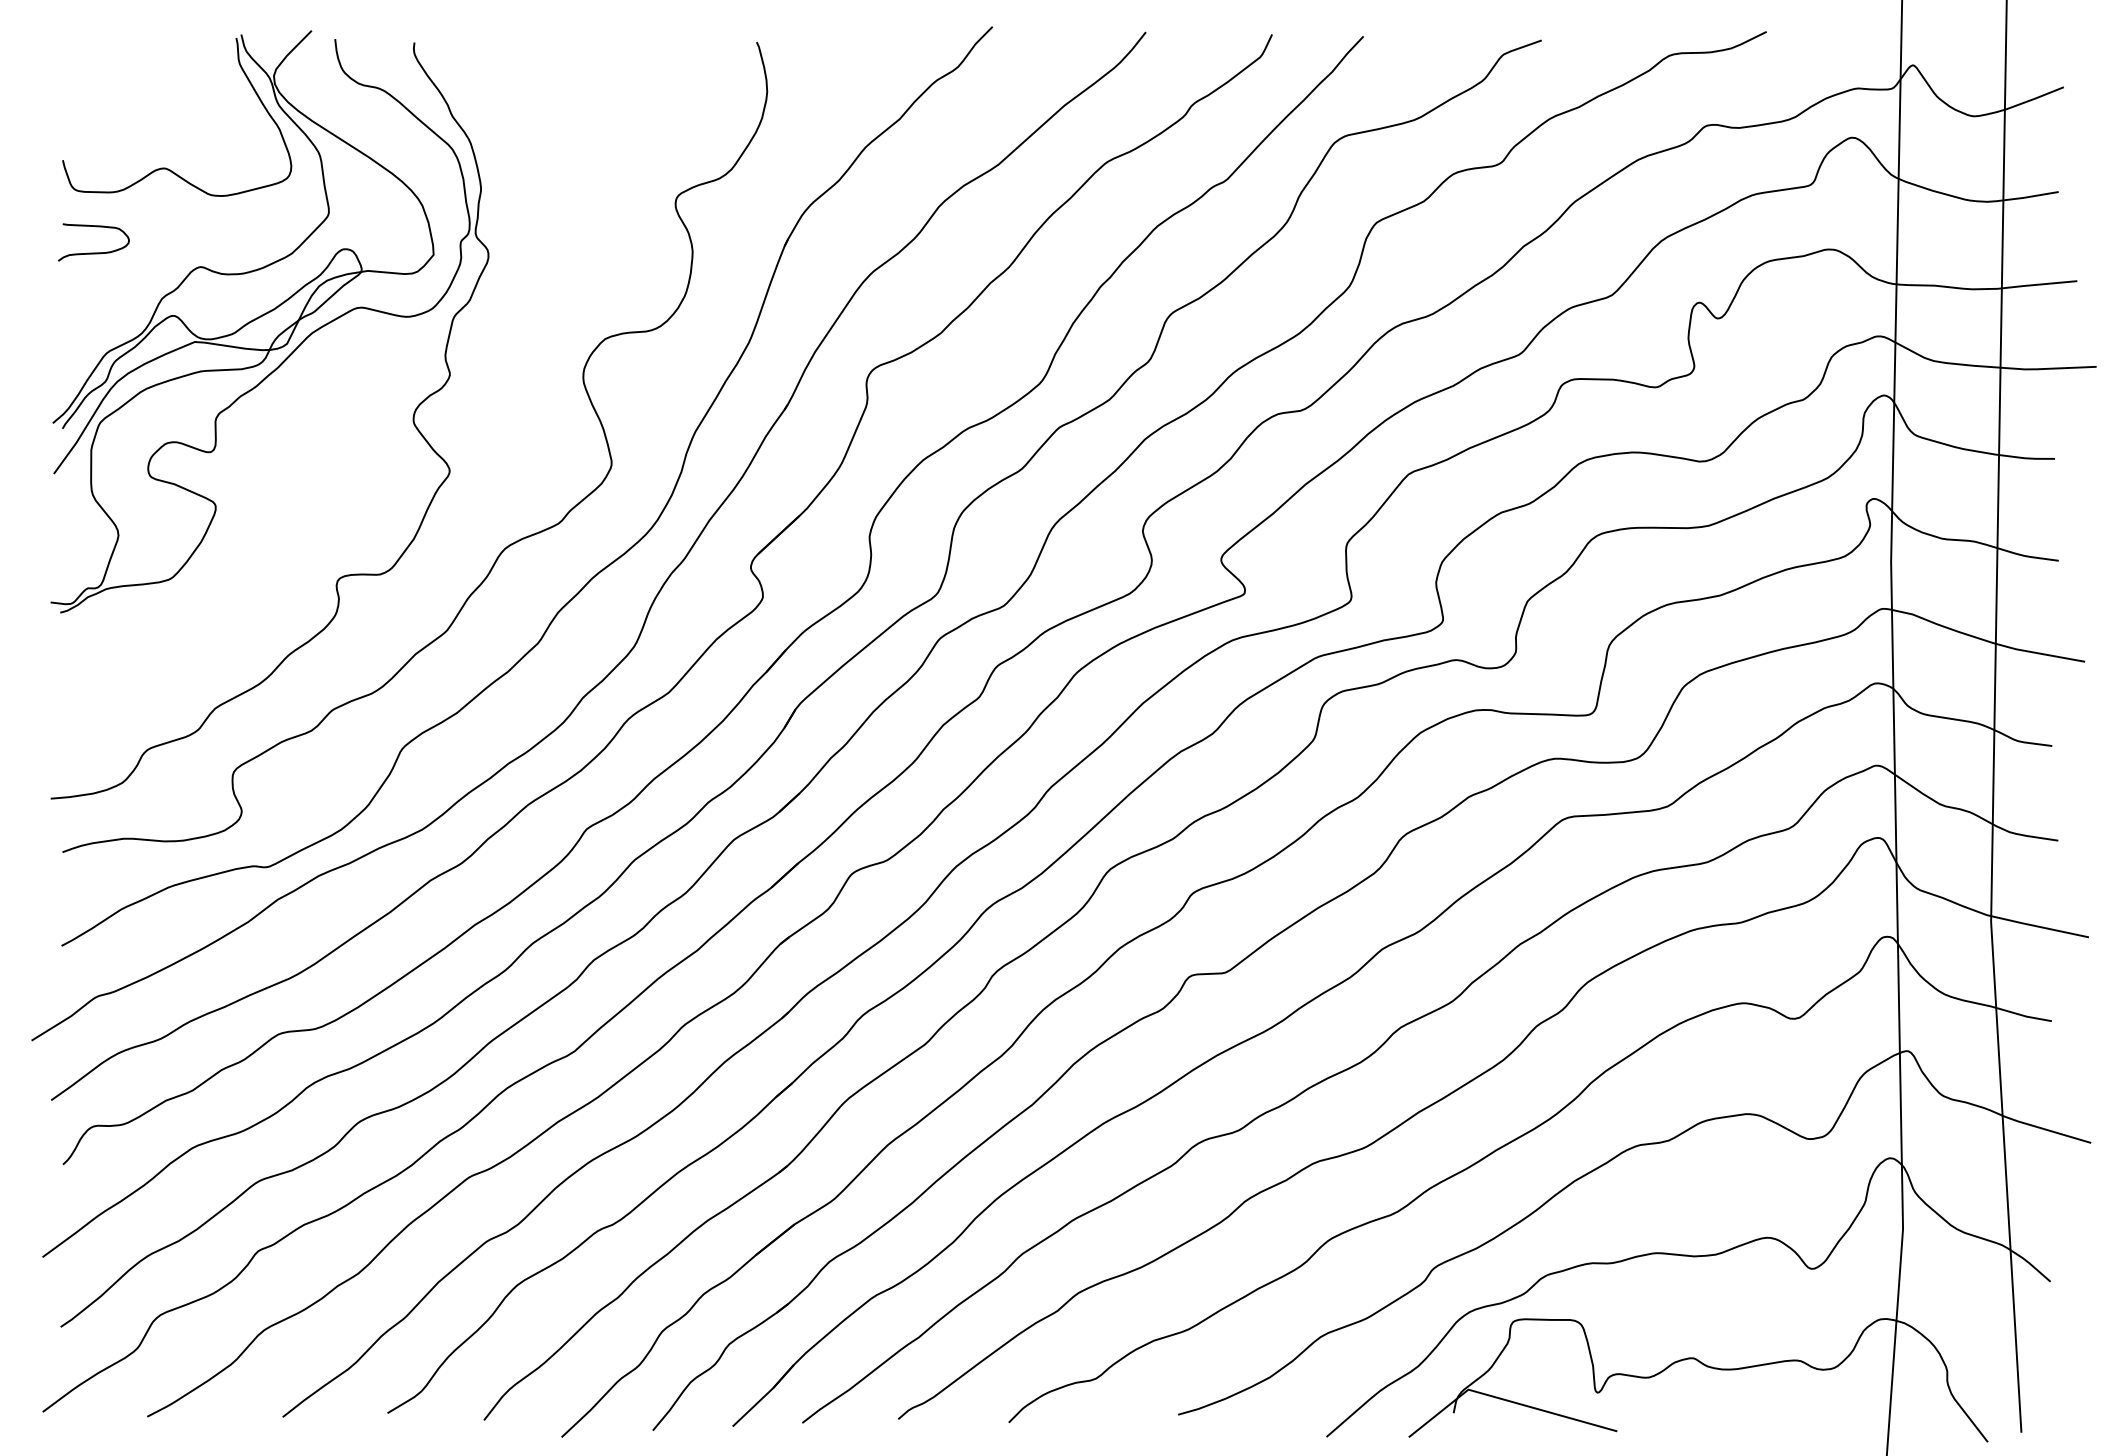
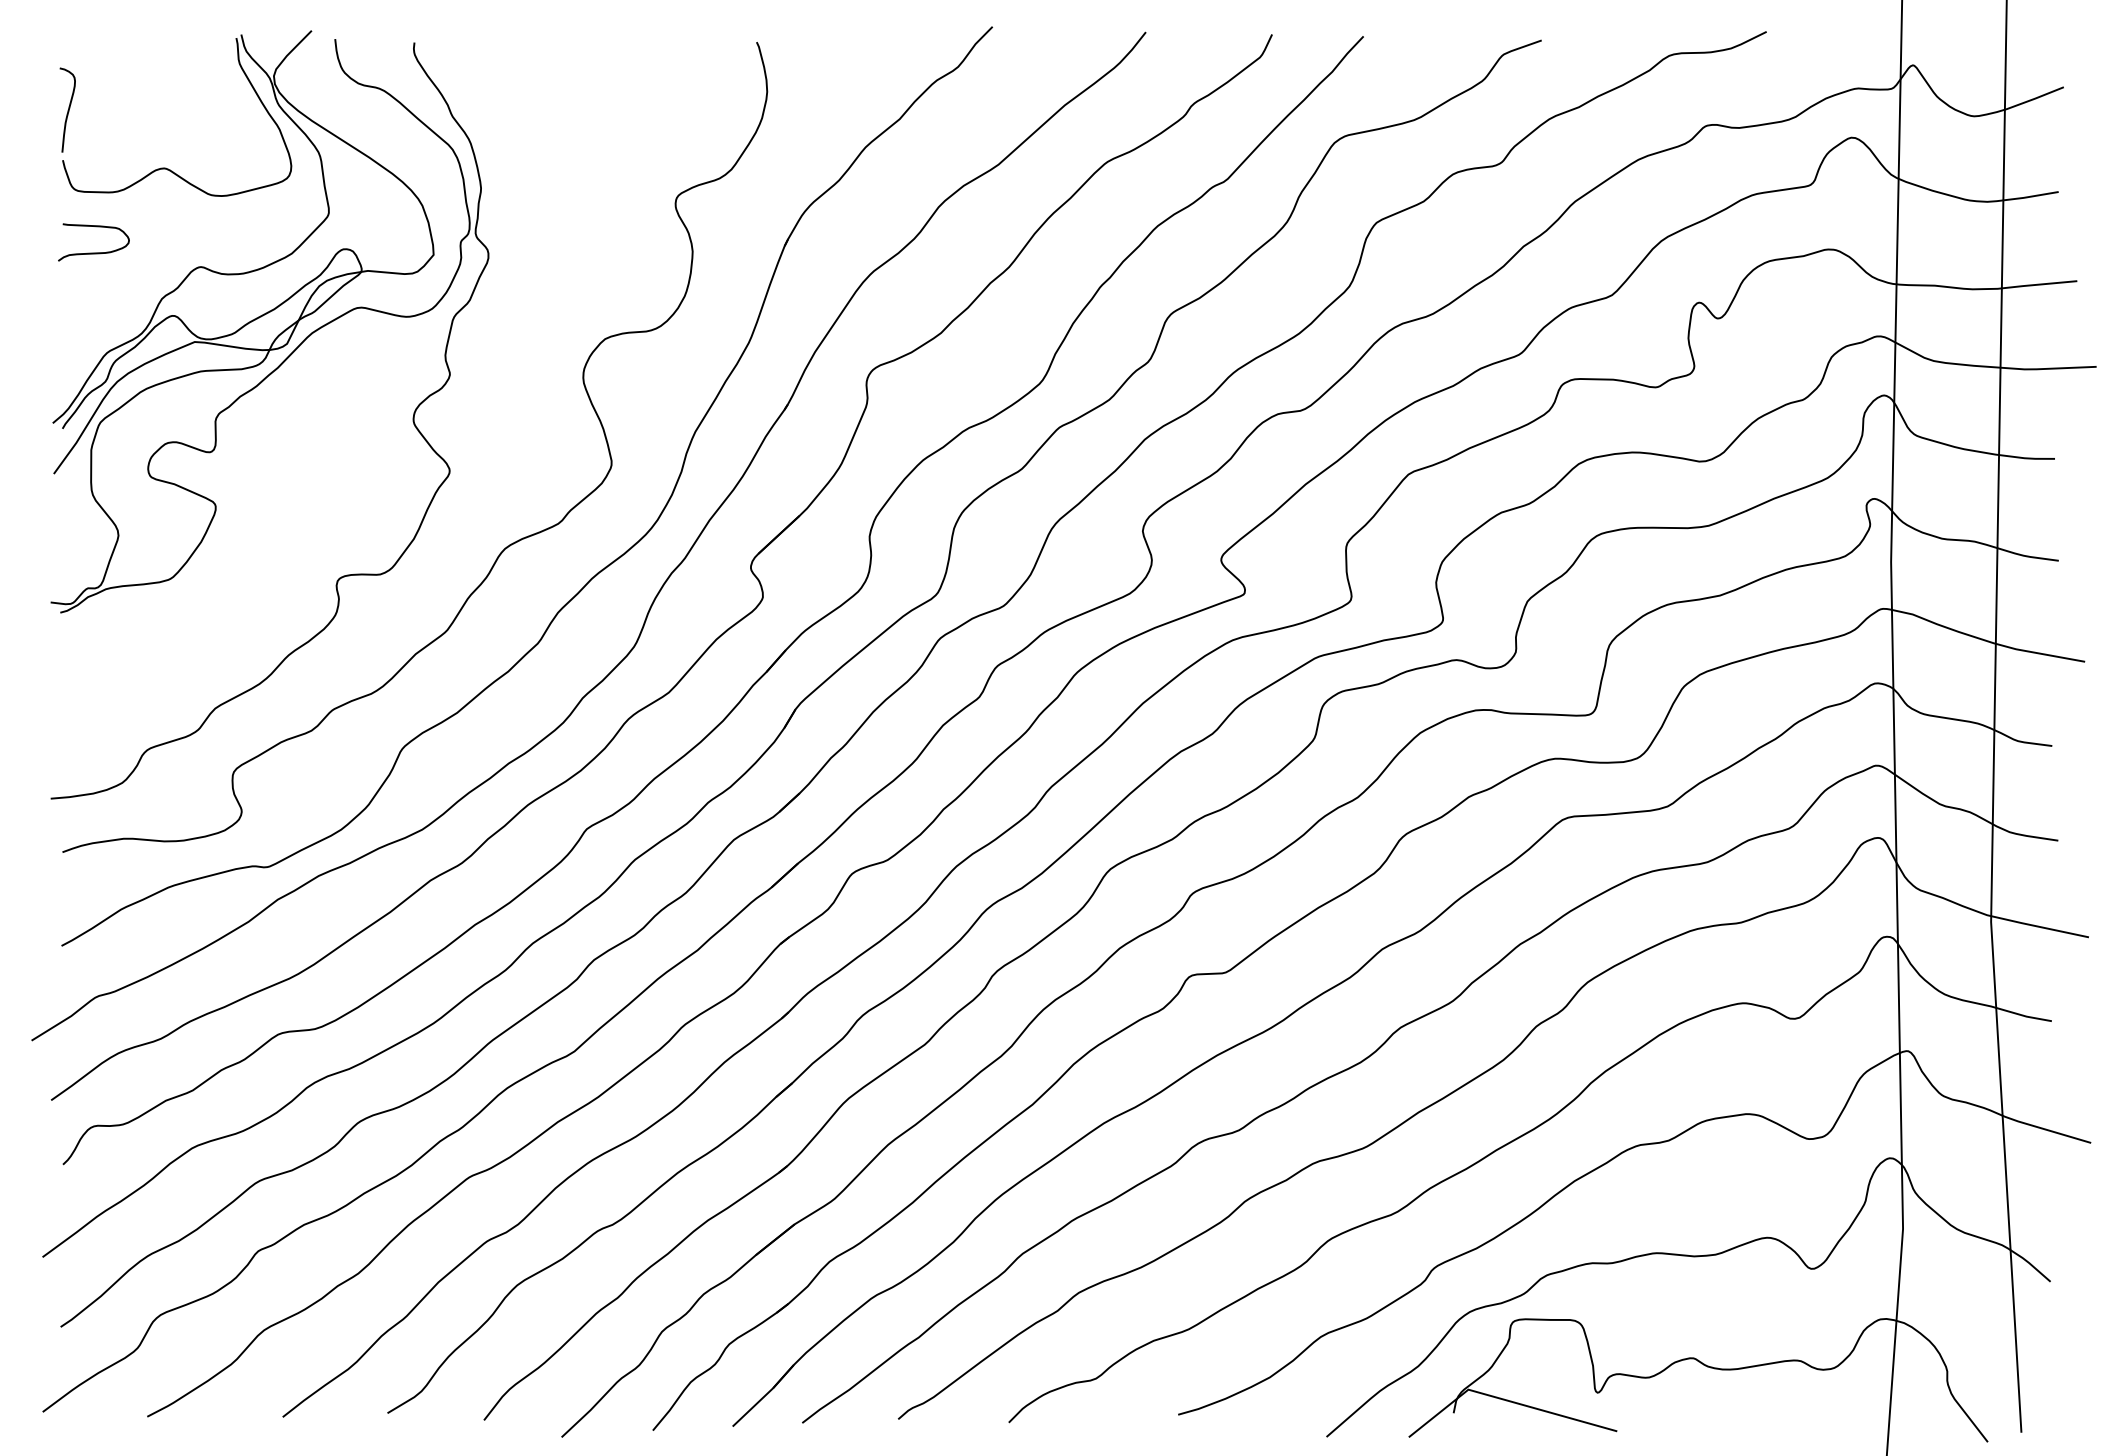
curve at (68, 109): none -> present
